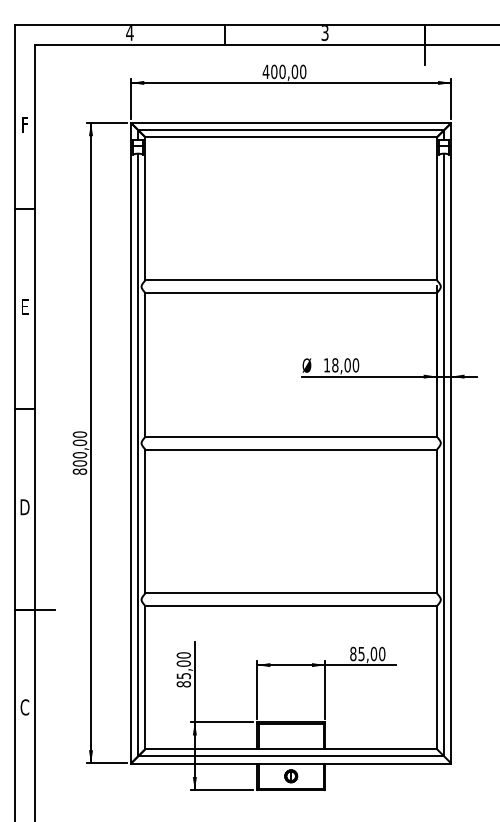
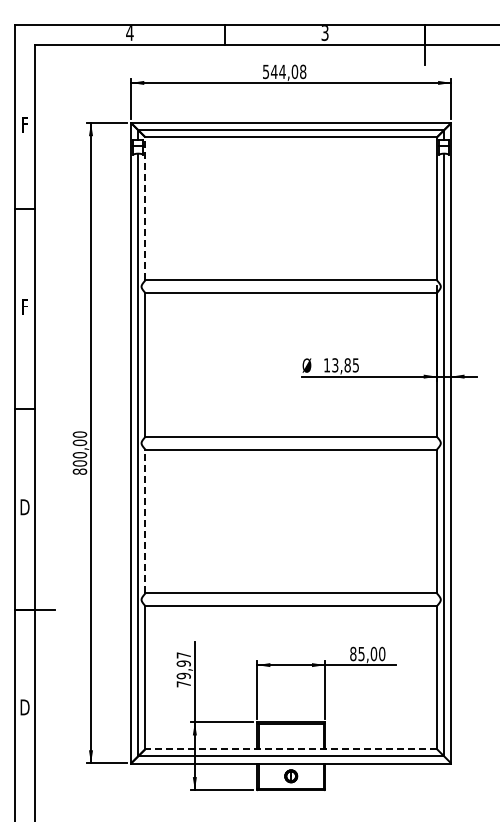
text at (284, 71): 400,00 -> 544,08
line at (145, 208): solid -> dashed
text at (25, 306): E -> F
text at (345, 365): 18,00 -> 13,85
line at (145, 521): solid -> dashed
text at (183, 669): 85,00 -> 79,97
text at (24, 707): C -> D
line at (291, 749): solid -> dashed
